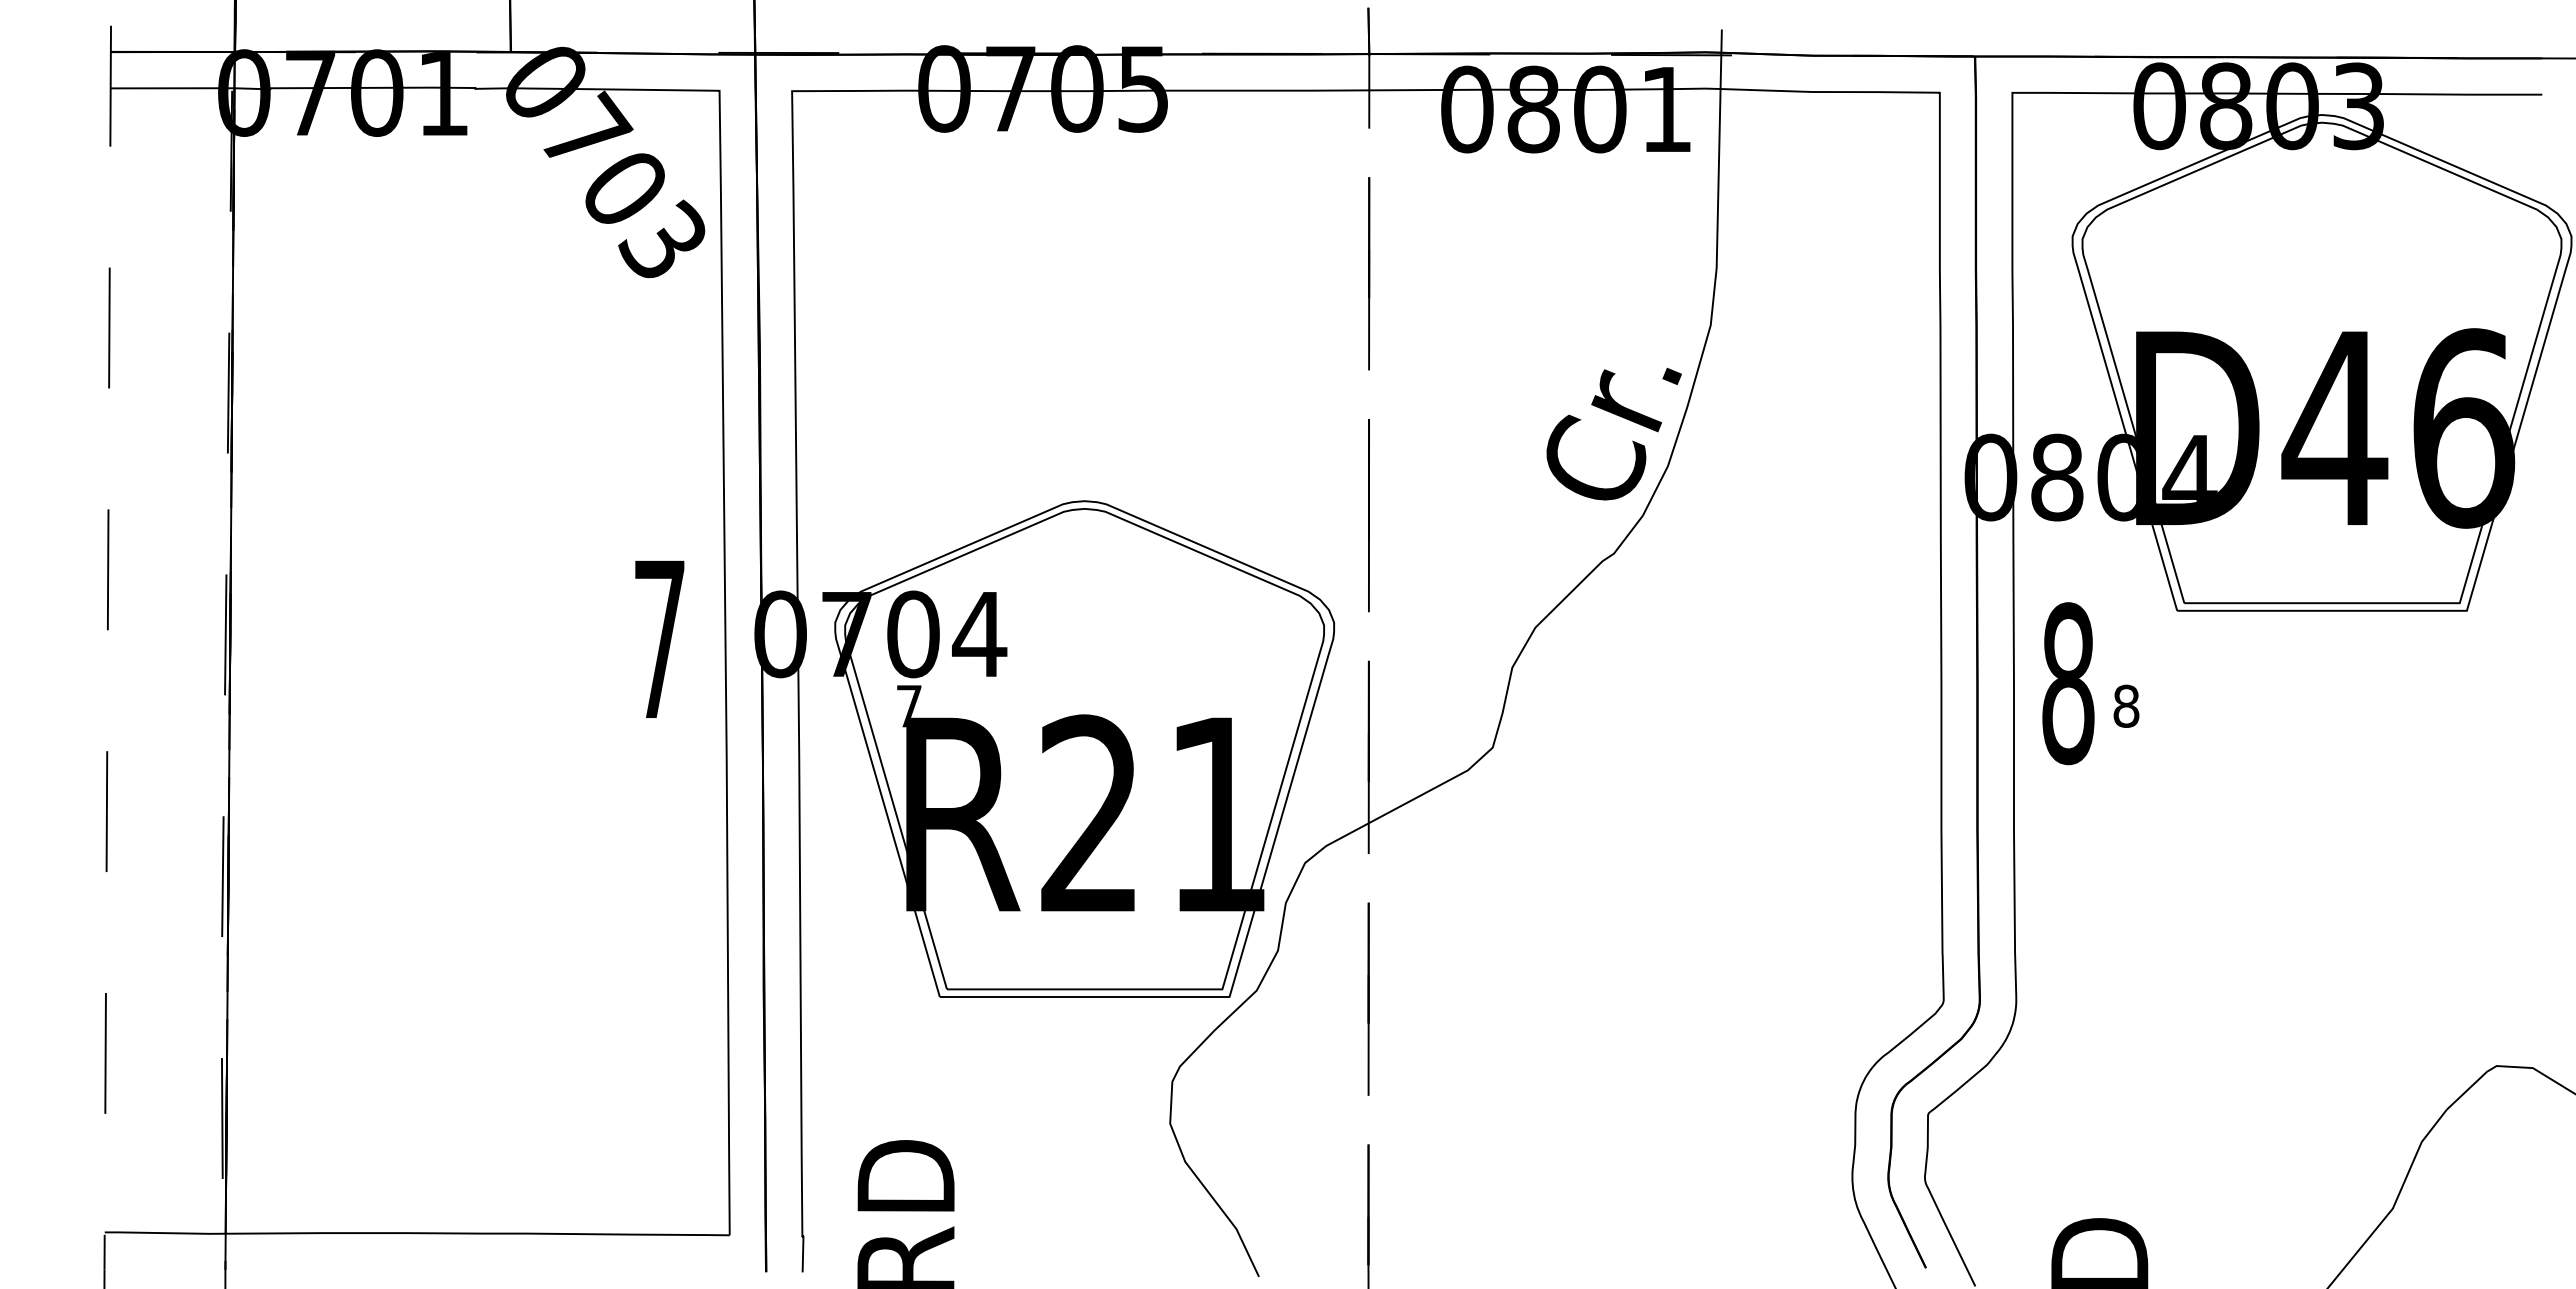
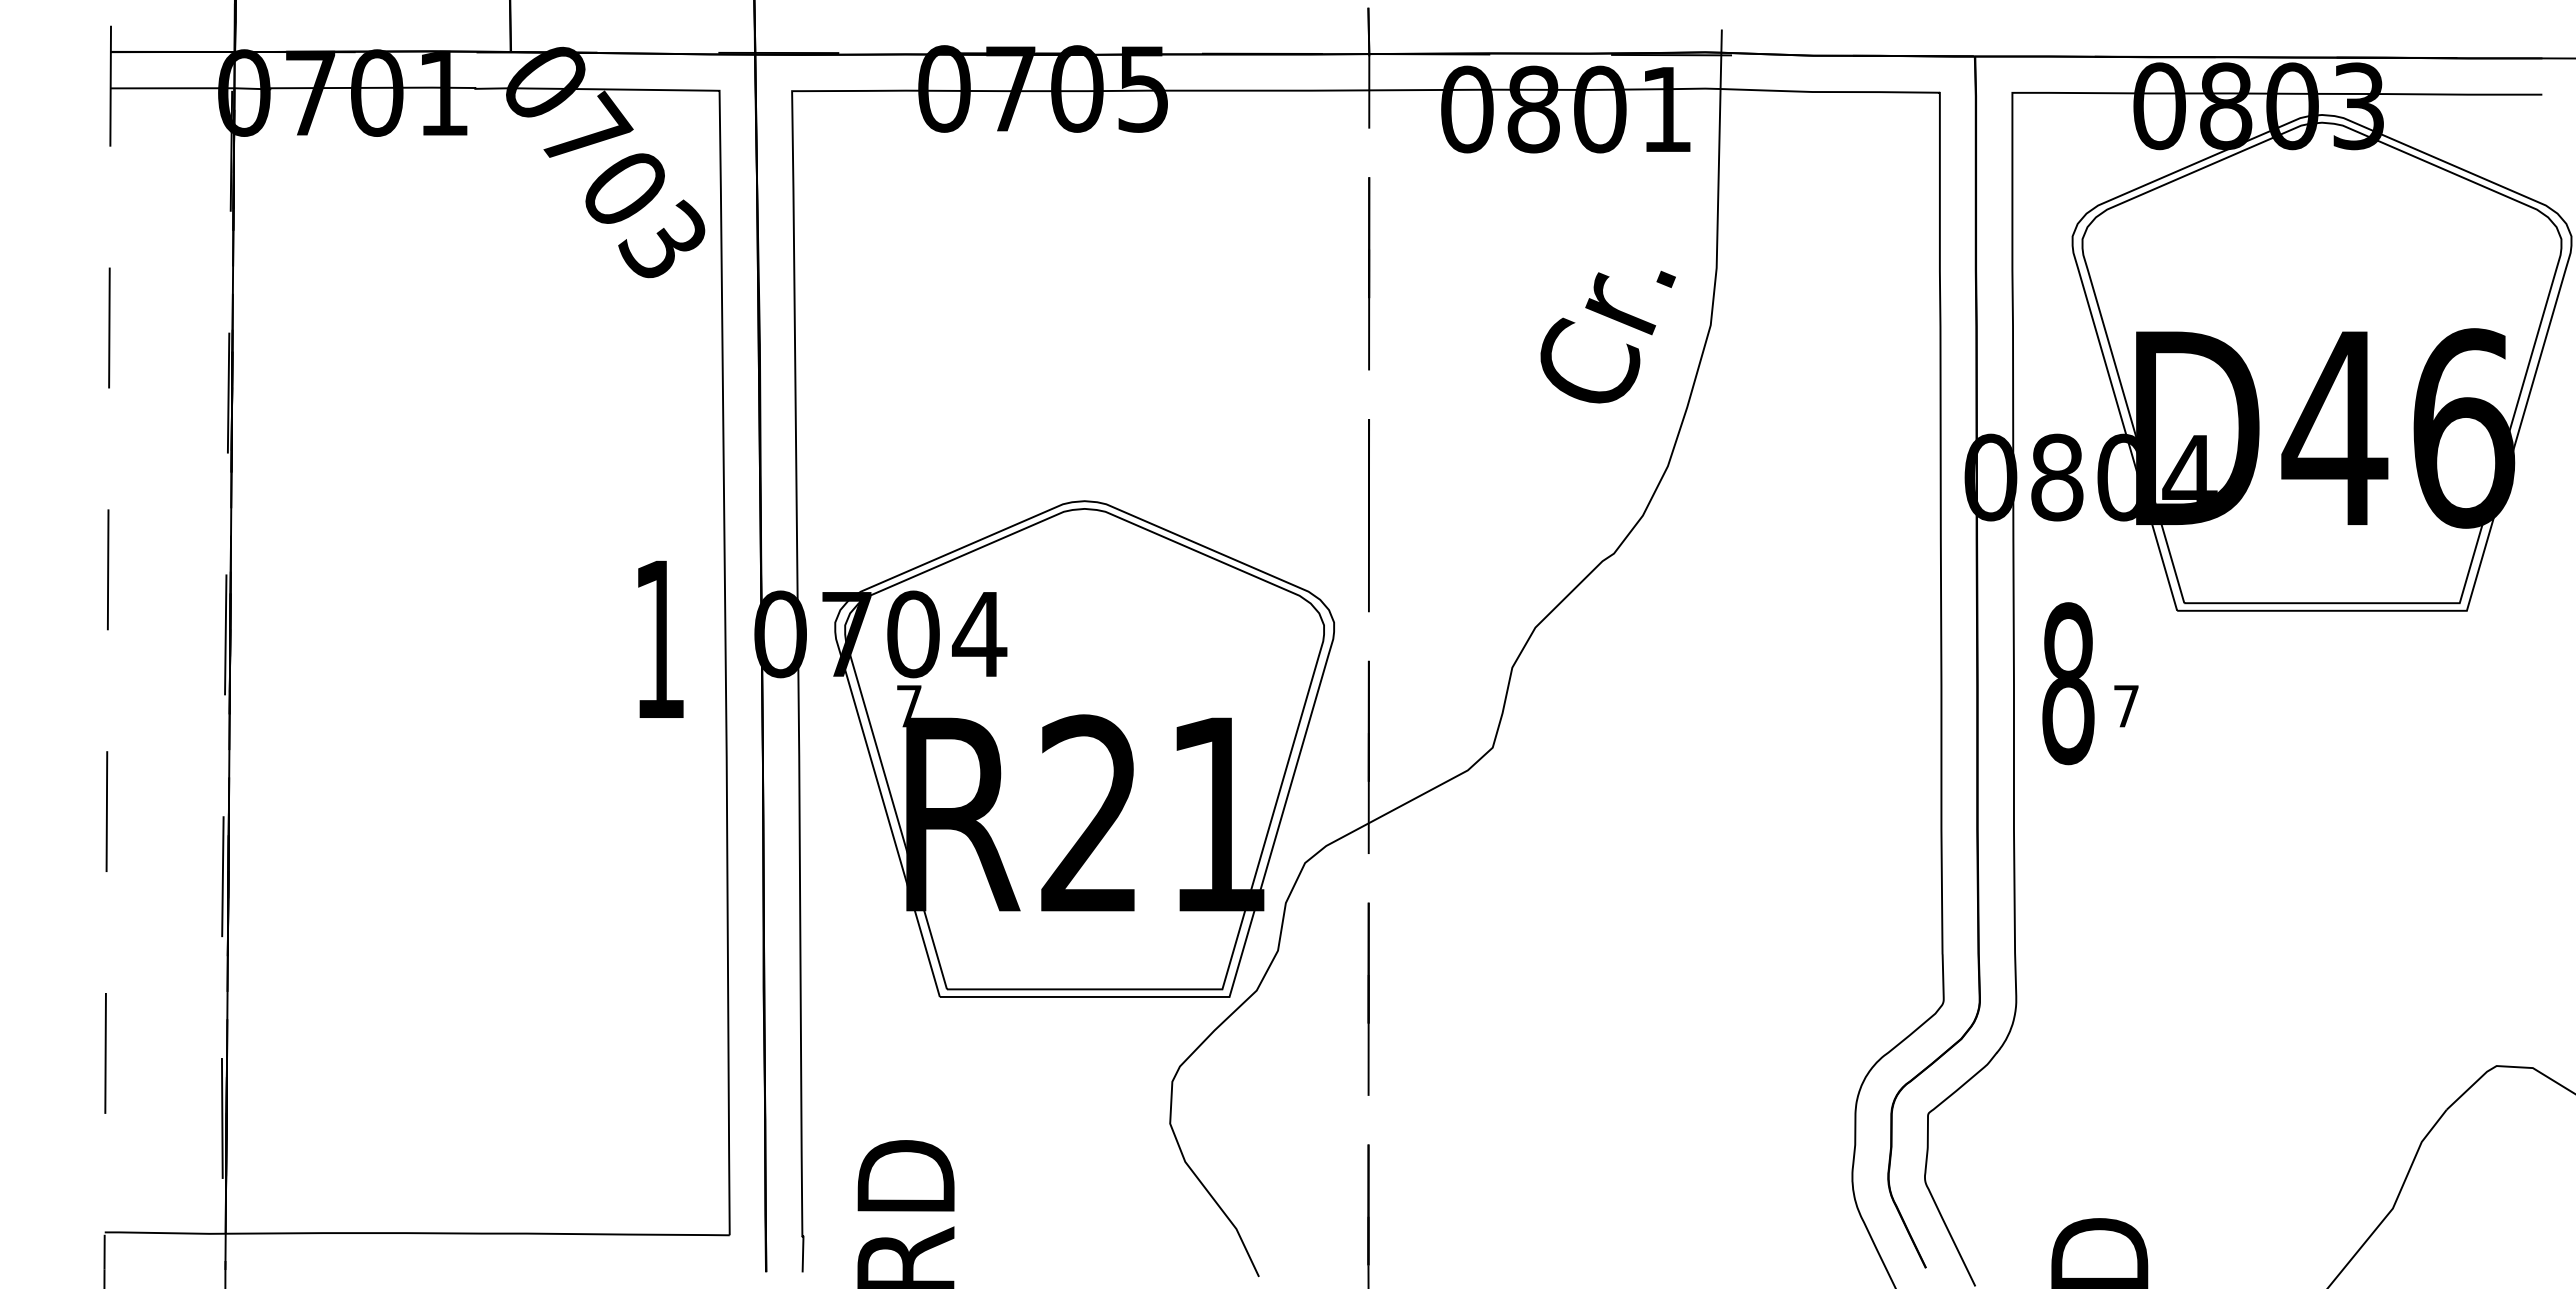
text at (1613, 433) position: (1613, 433) -> (1607, 336)
text at (659, 638): 7 -> 1
text at (2126, 705): 8 -> 7
